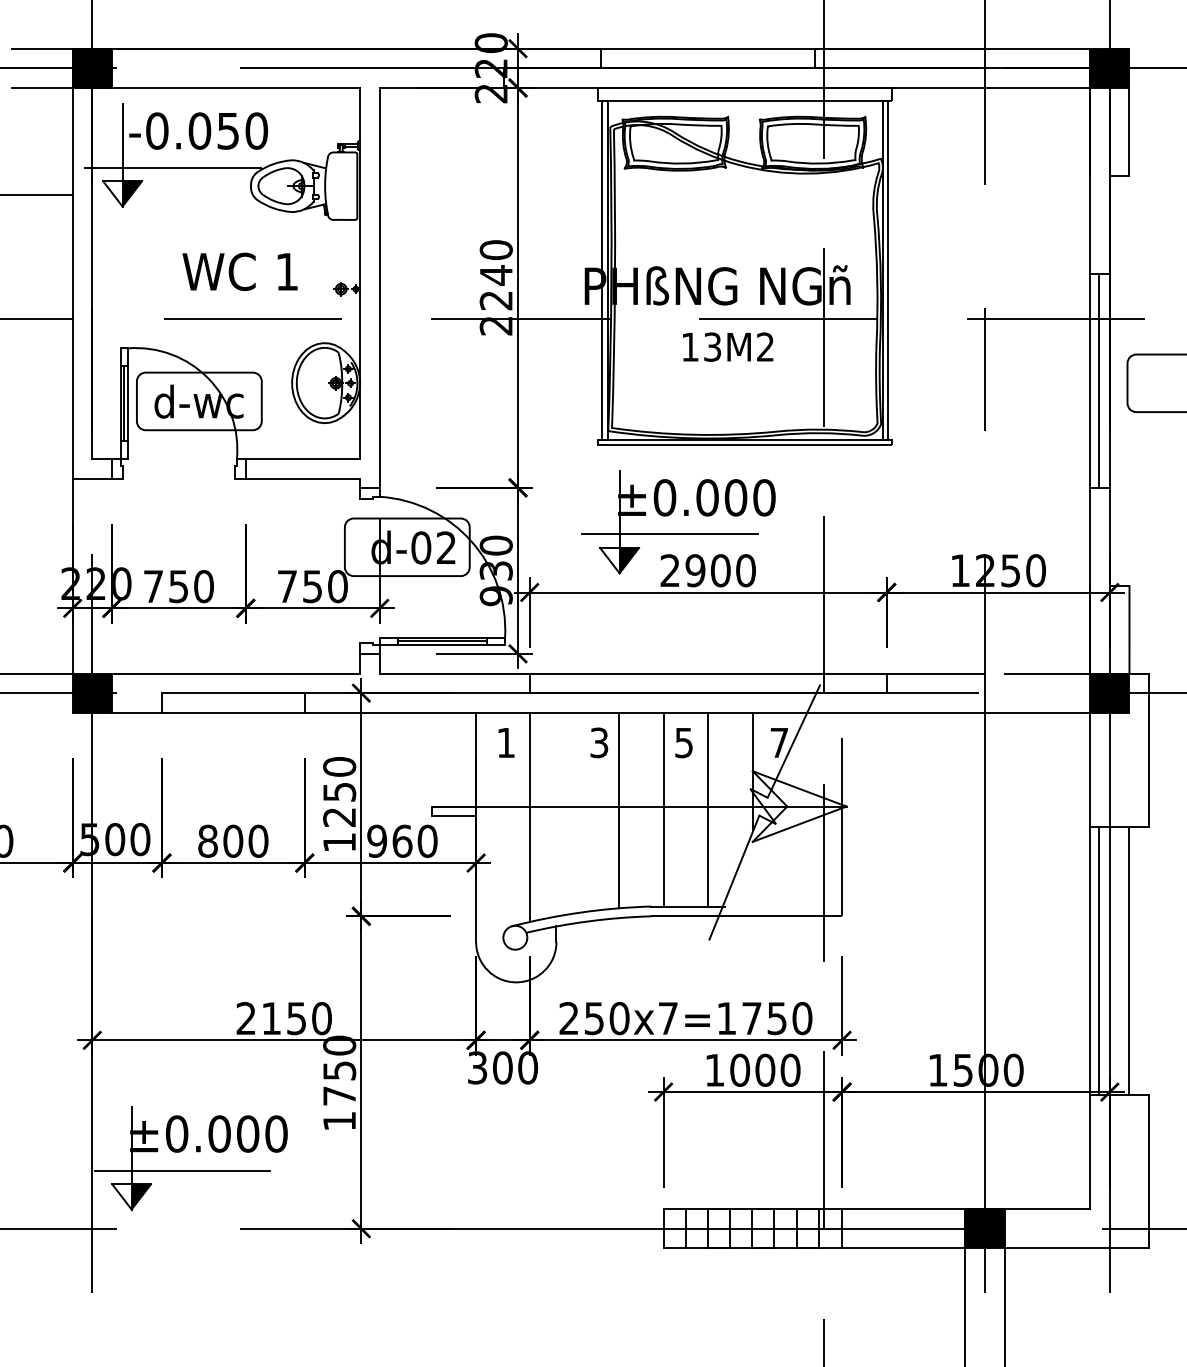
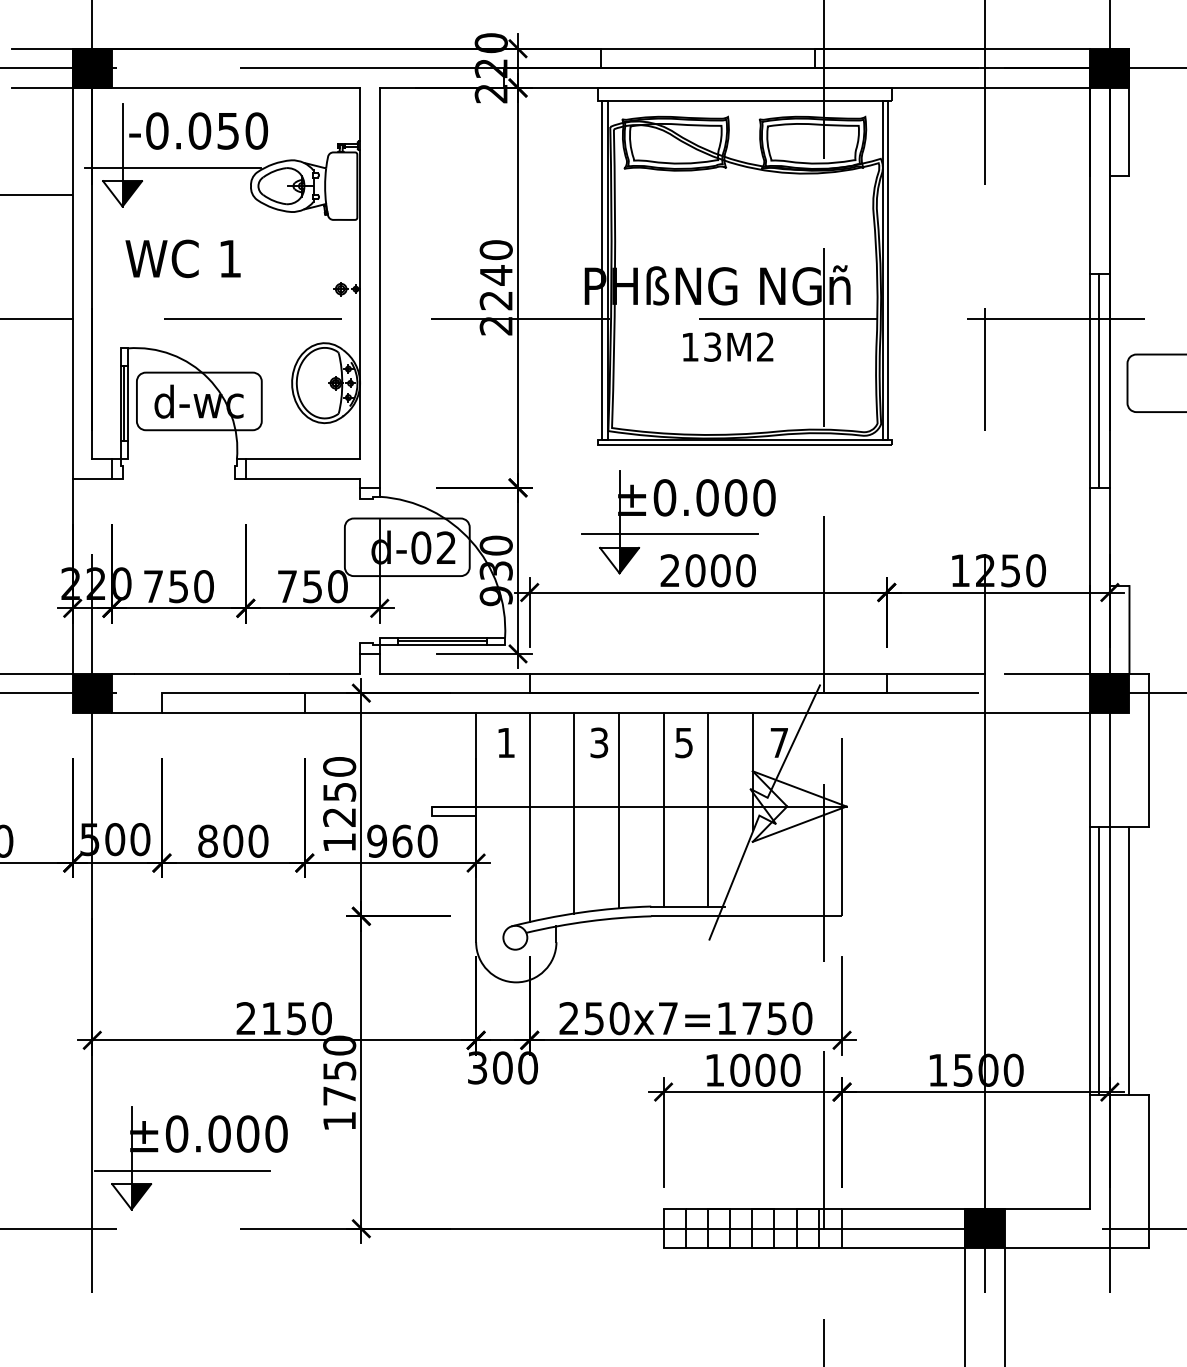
text at (239, 271) position: (239, 271) -> (182, 258)
text at (695, 570): 2900 -> 2000
line at (574, 812): none -> present
